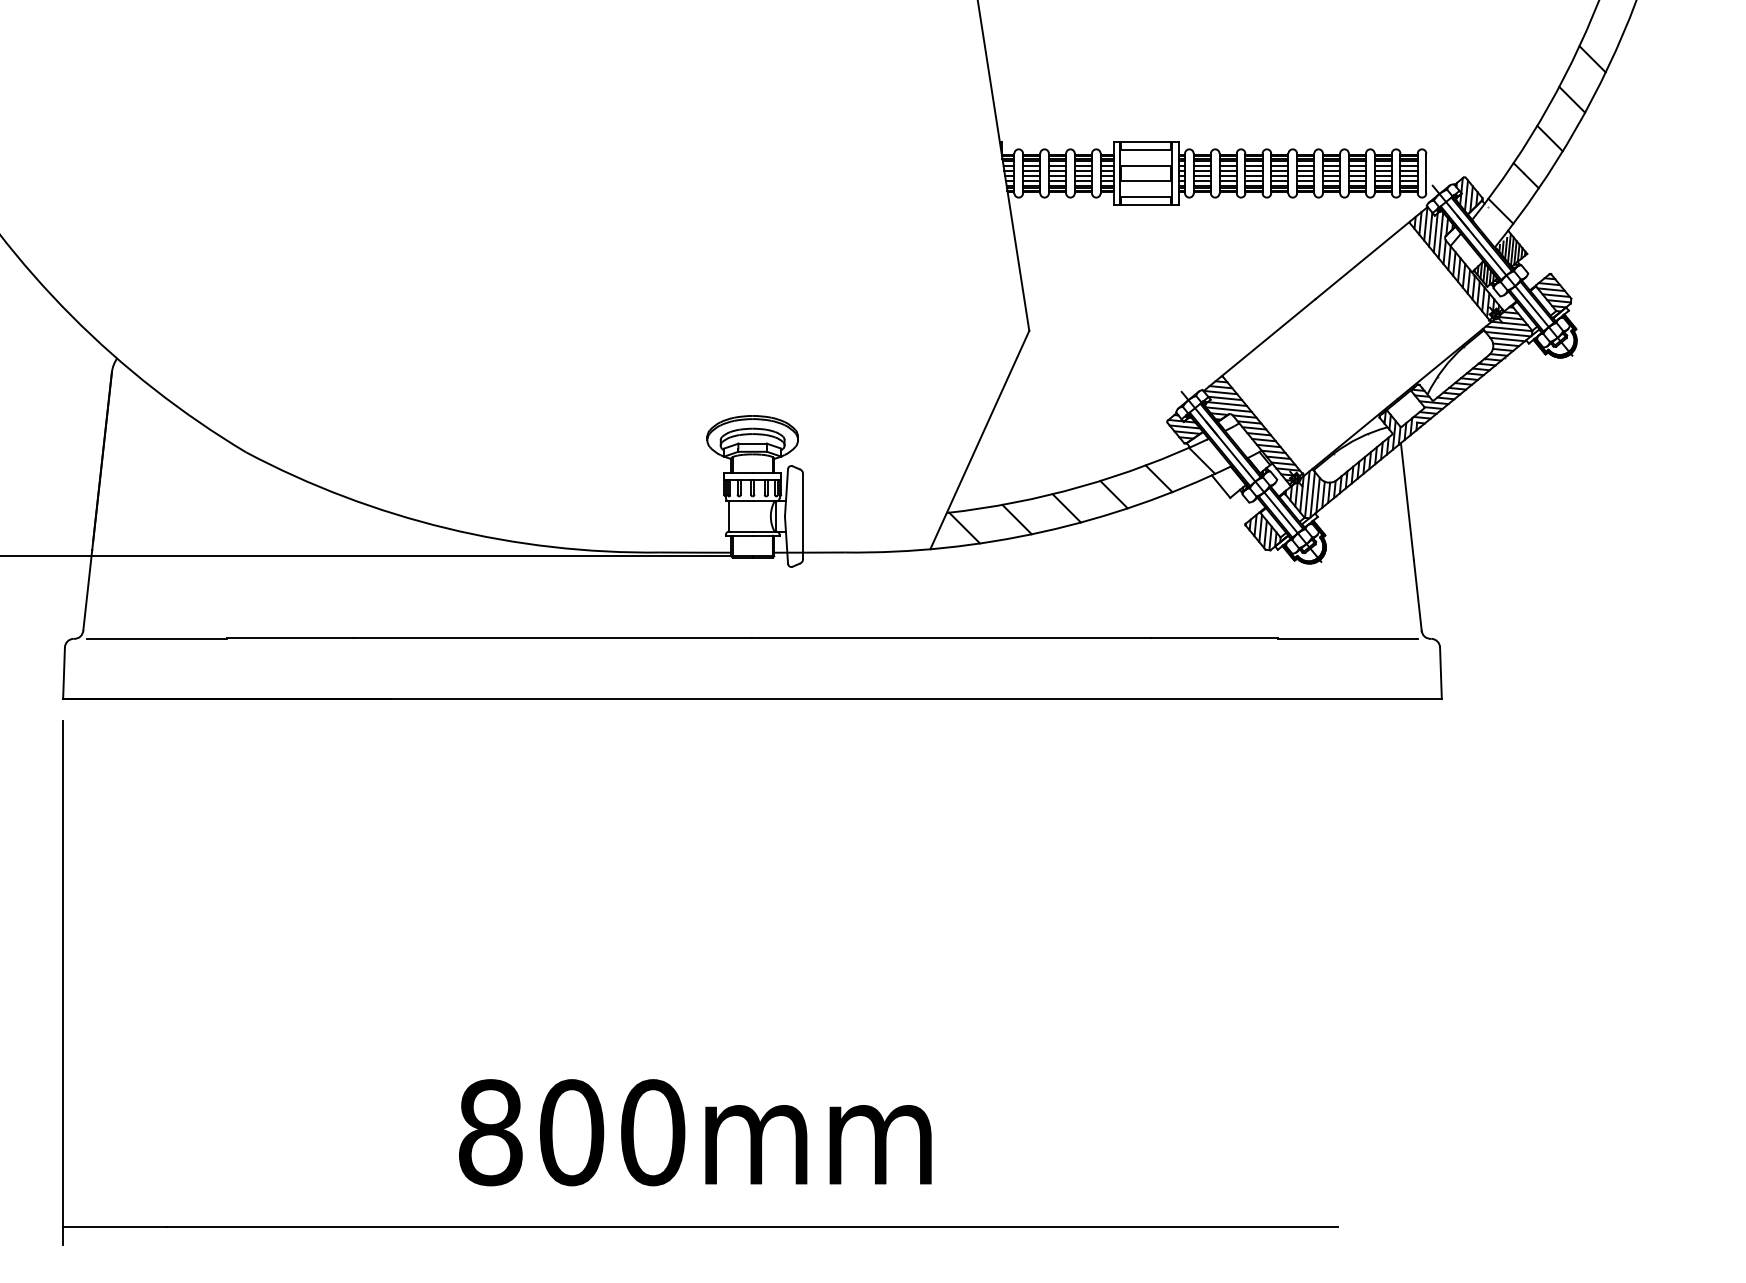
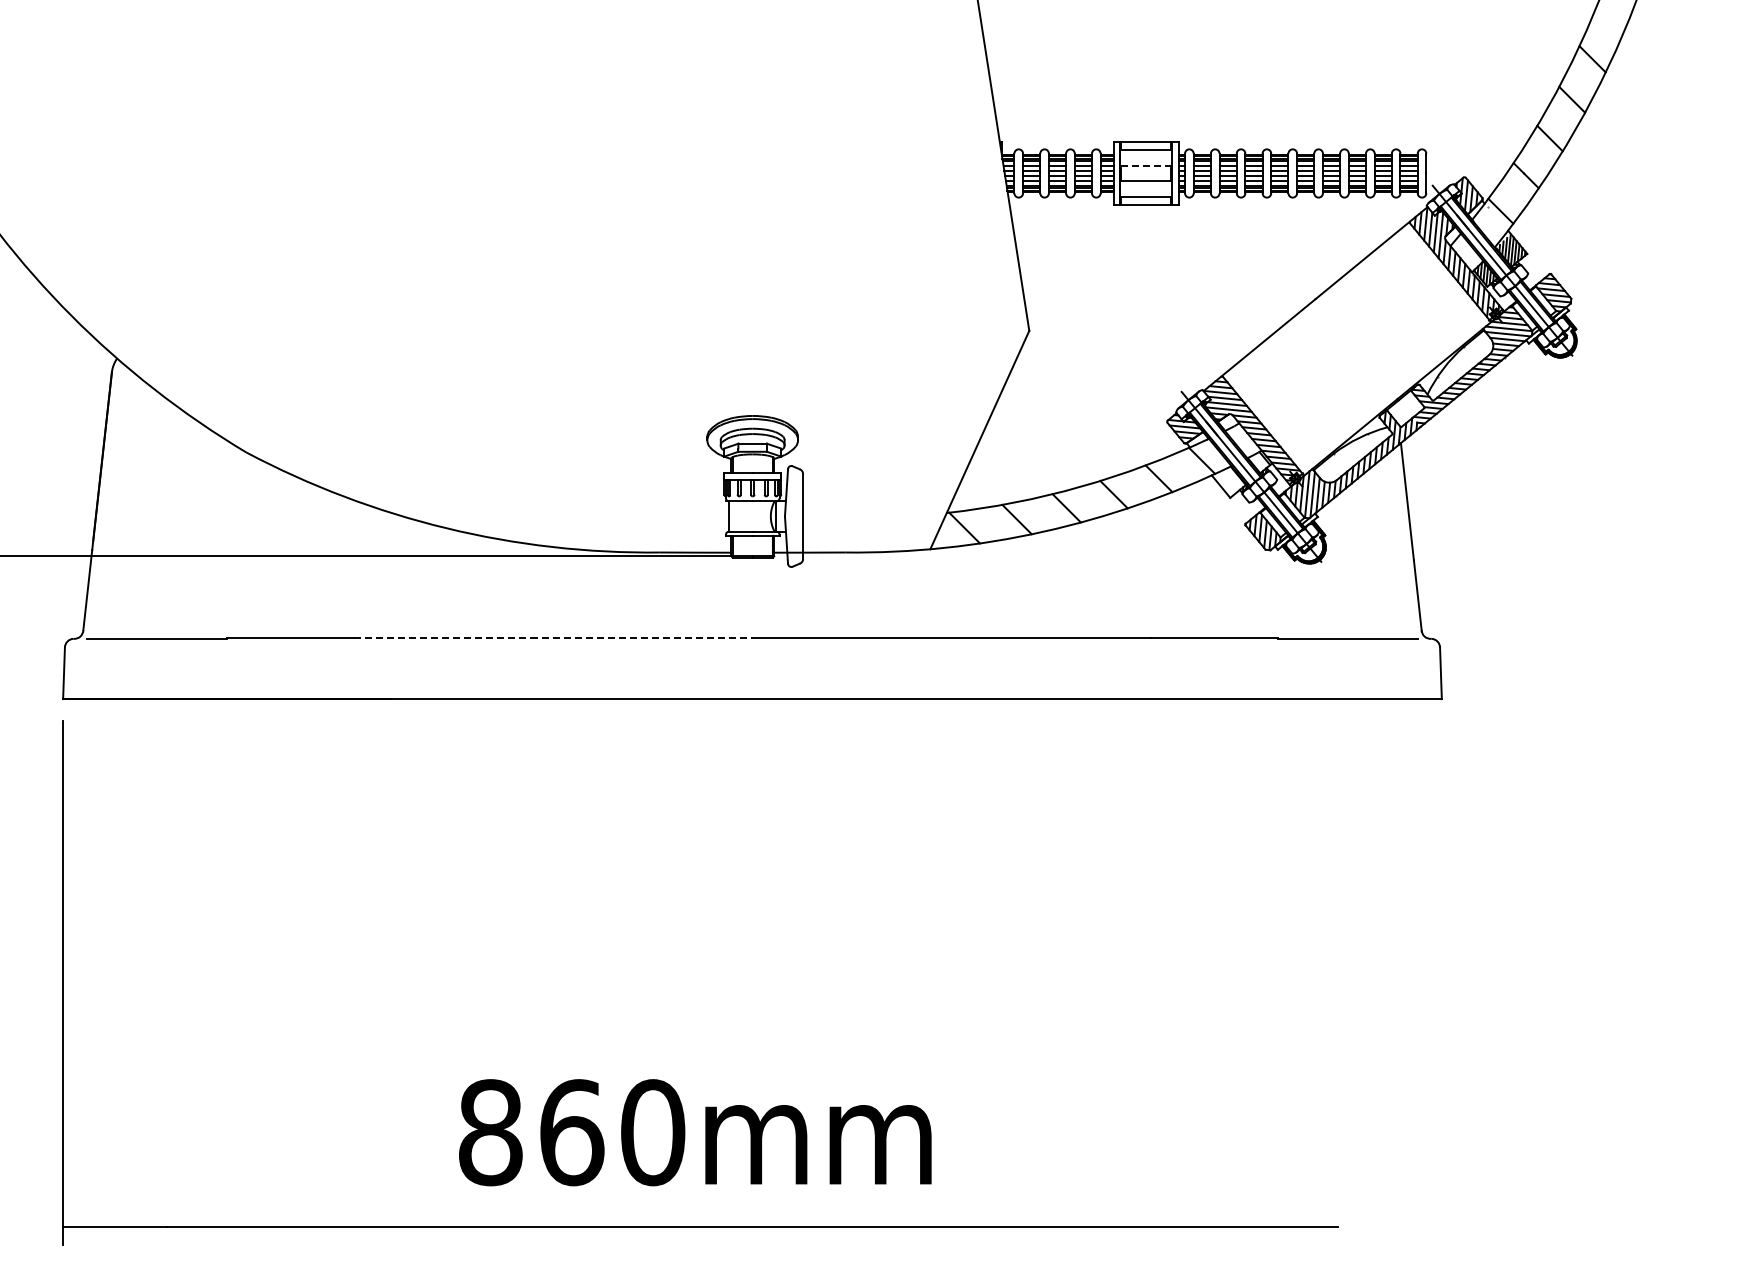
line at (1146, 165): solid -> dashed
line at (553, 638): solid -> dashed
text at (572, 1132): 800mm -> 860mm
